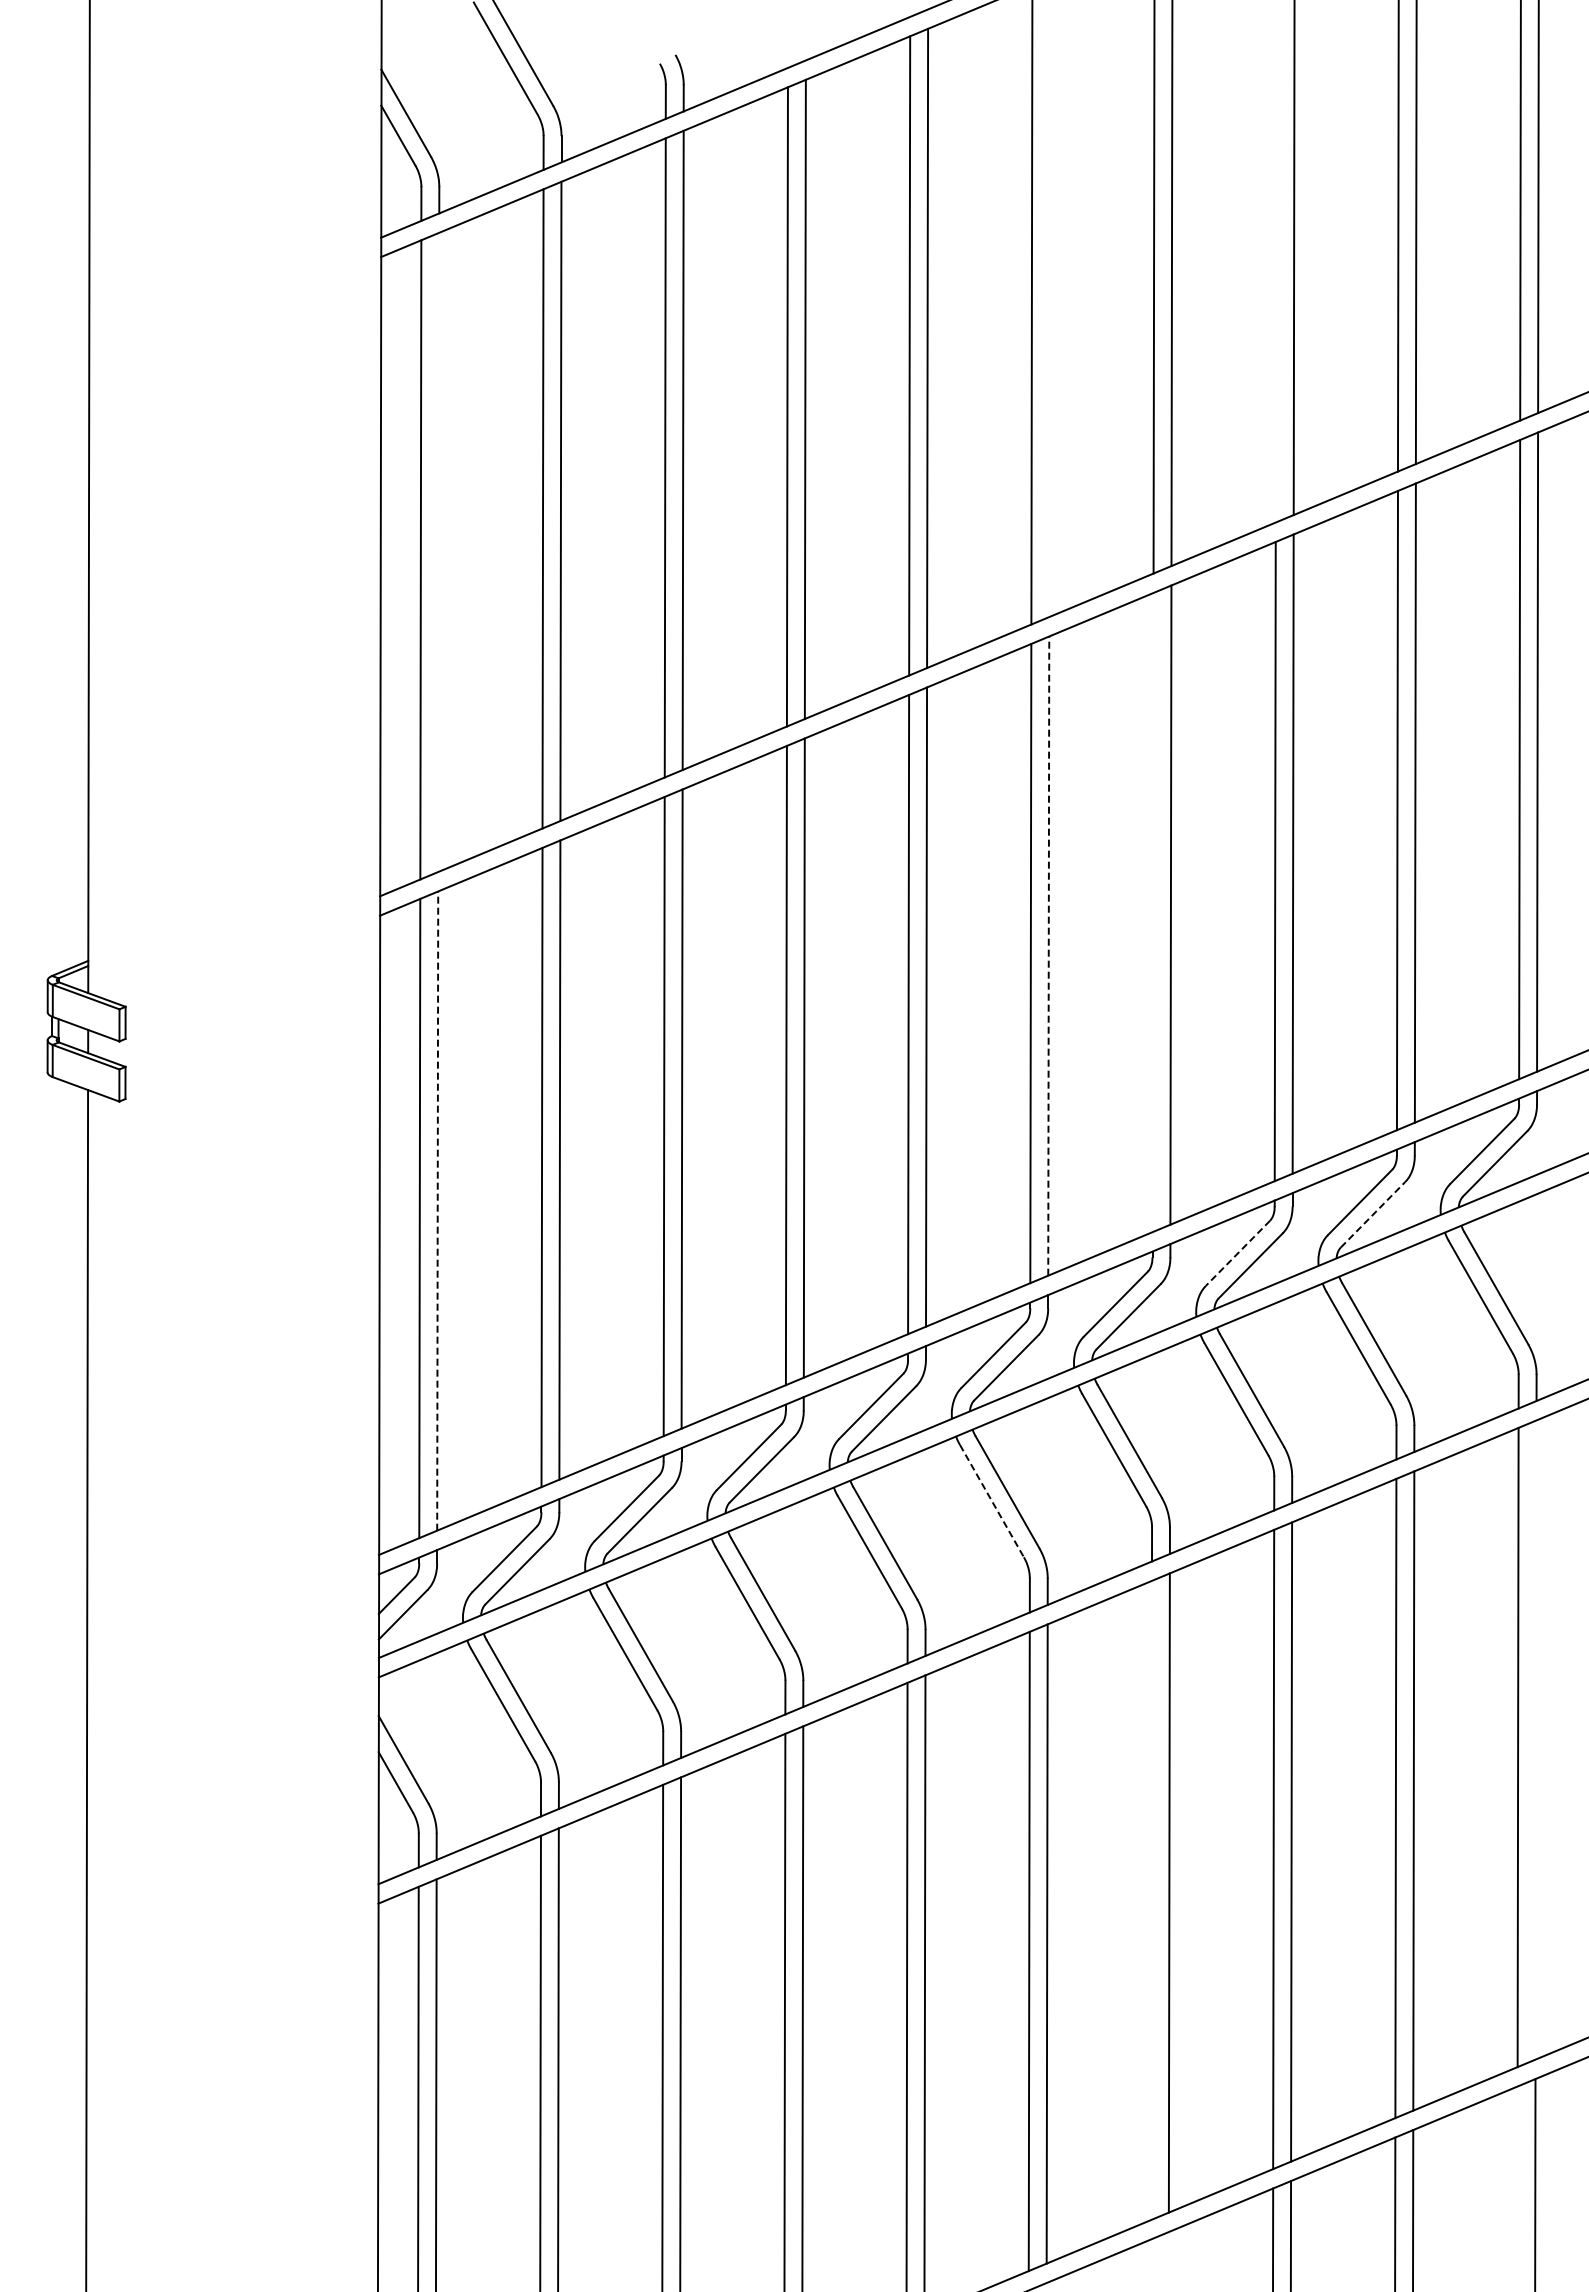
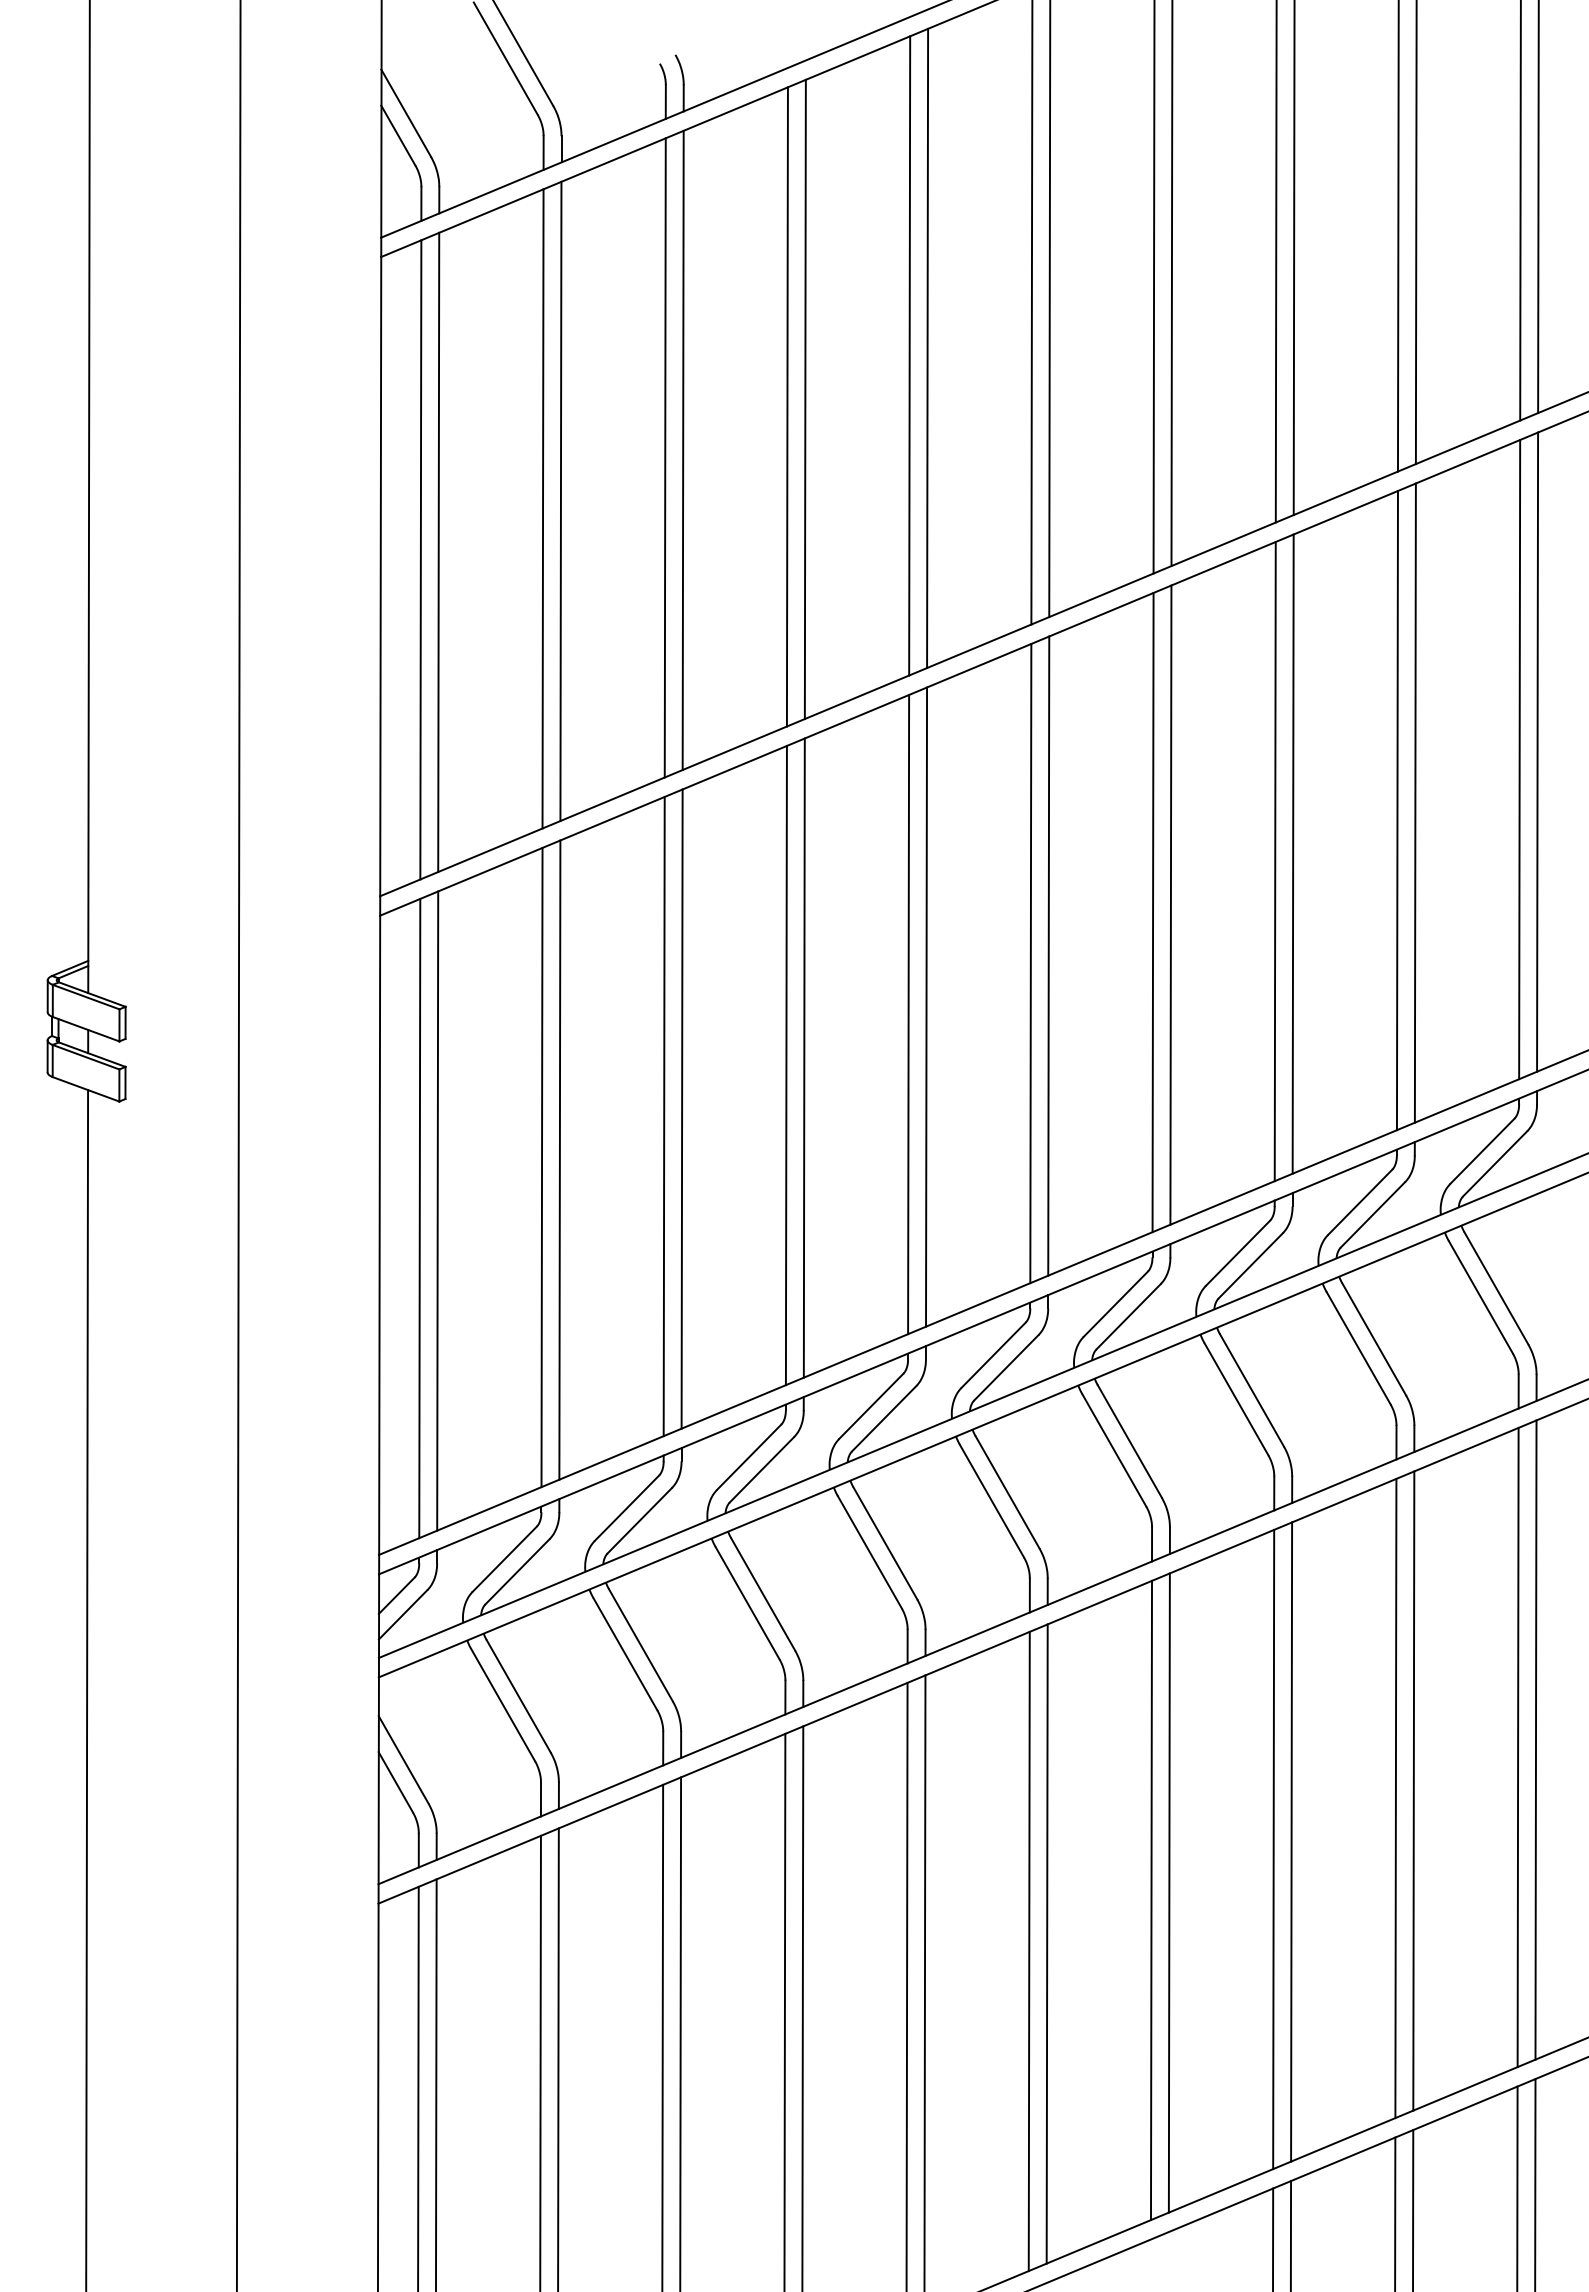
line at (1275, 262): none -> present
line at (1049, 309): none -> present
line at (438, 552): none -> present
line at (1152, 912): none -> present
line at (1048, 956): dashed -> solid
line at (238, 1145): none -> present
line at (437, 1211): dashed -> solid
line at (1372, 1214): dashed -> solid
line at (1238, 1253): dashed -> solid
line at (991, 1501): dashed -> solid
line at (1535, 1739): none -> present
line at (1151, 1900): none -> present
line at (1517, 2187): none -> present
